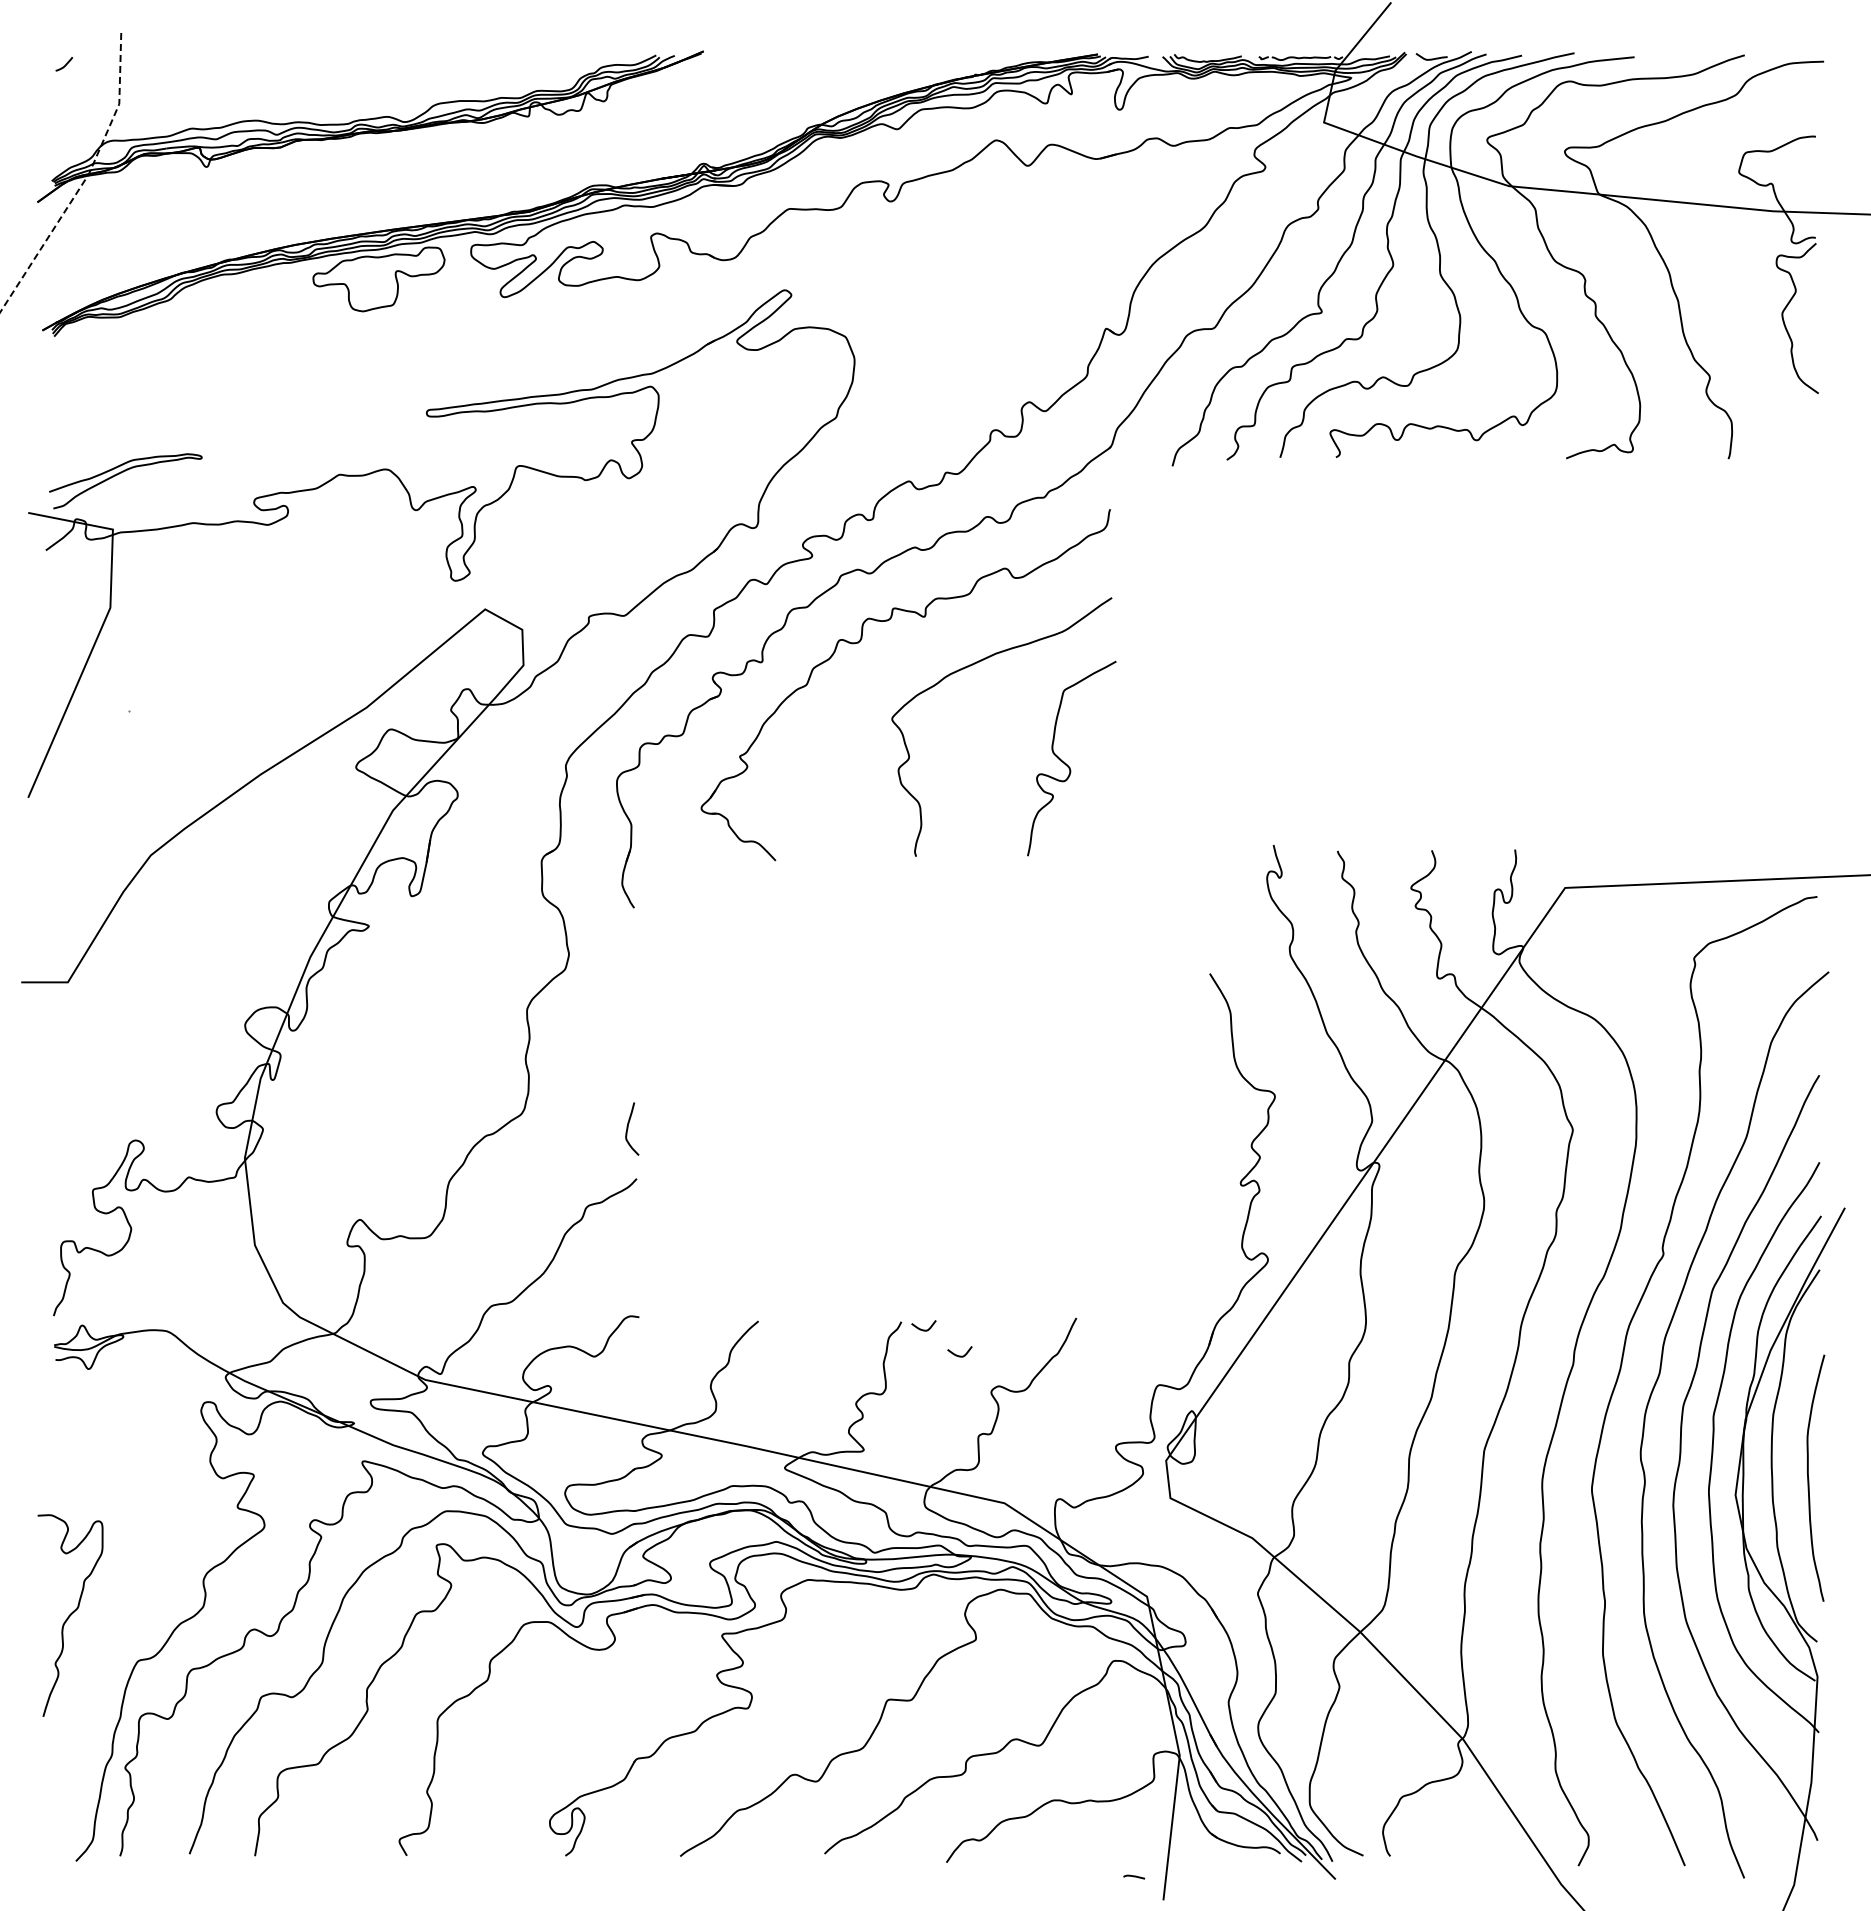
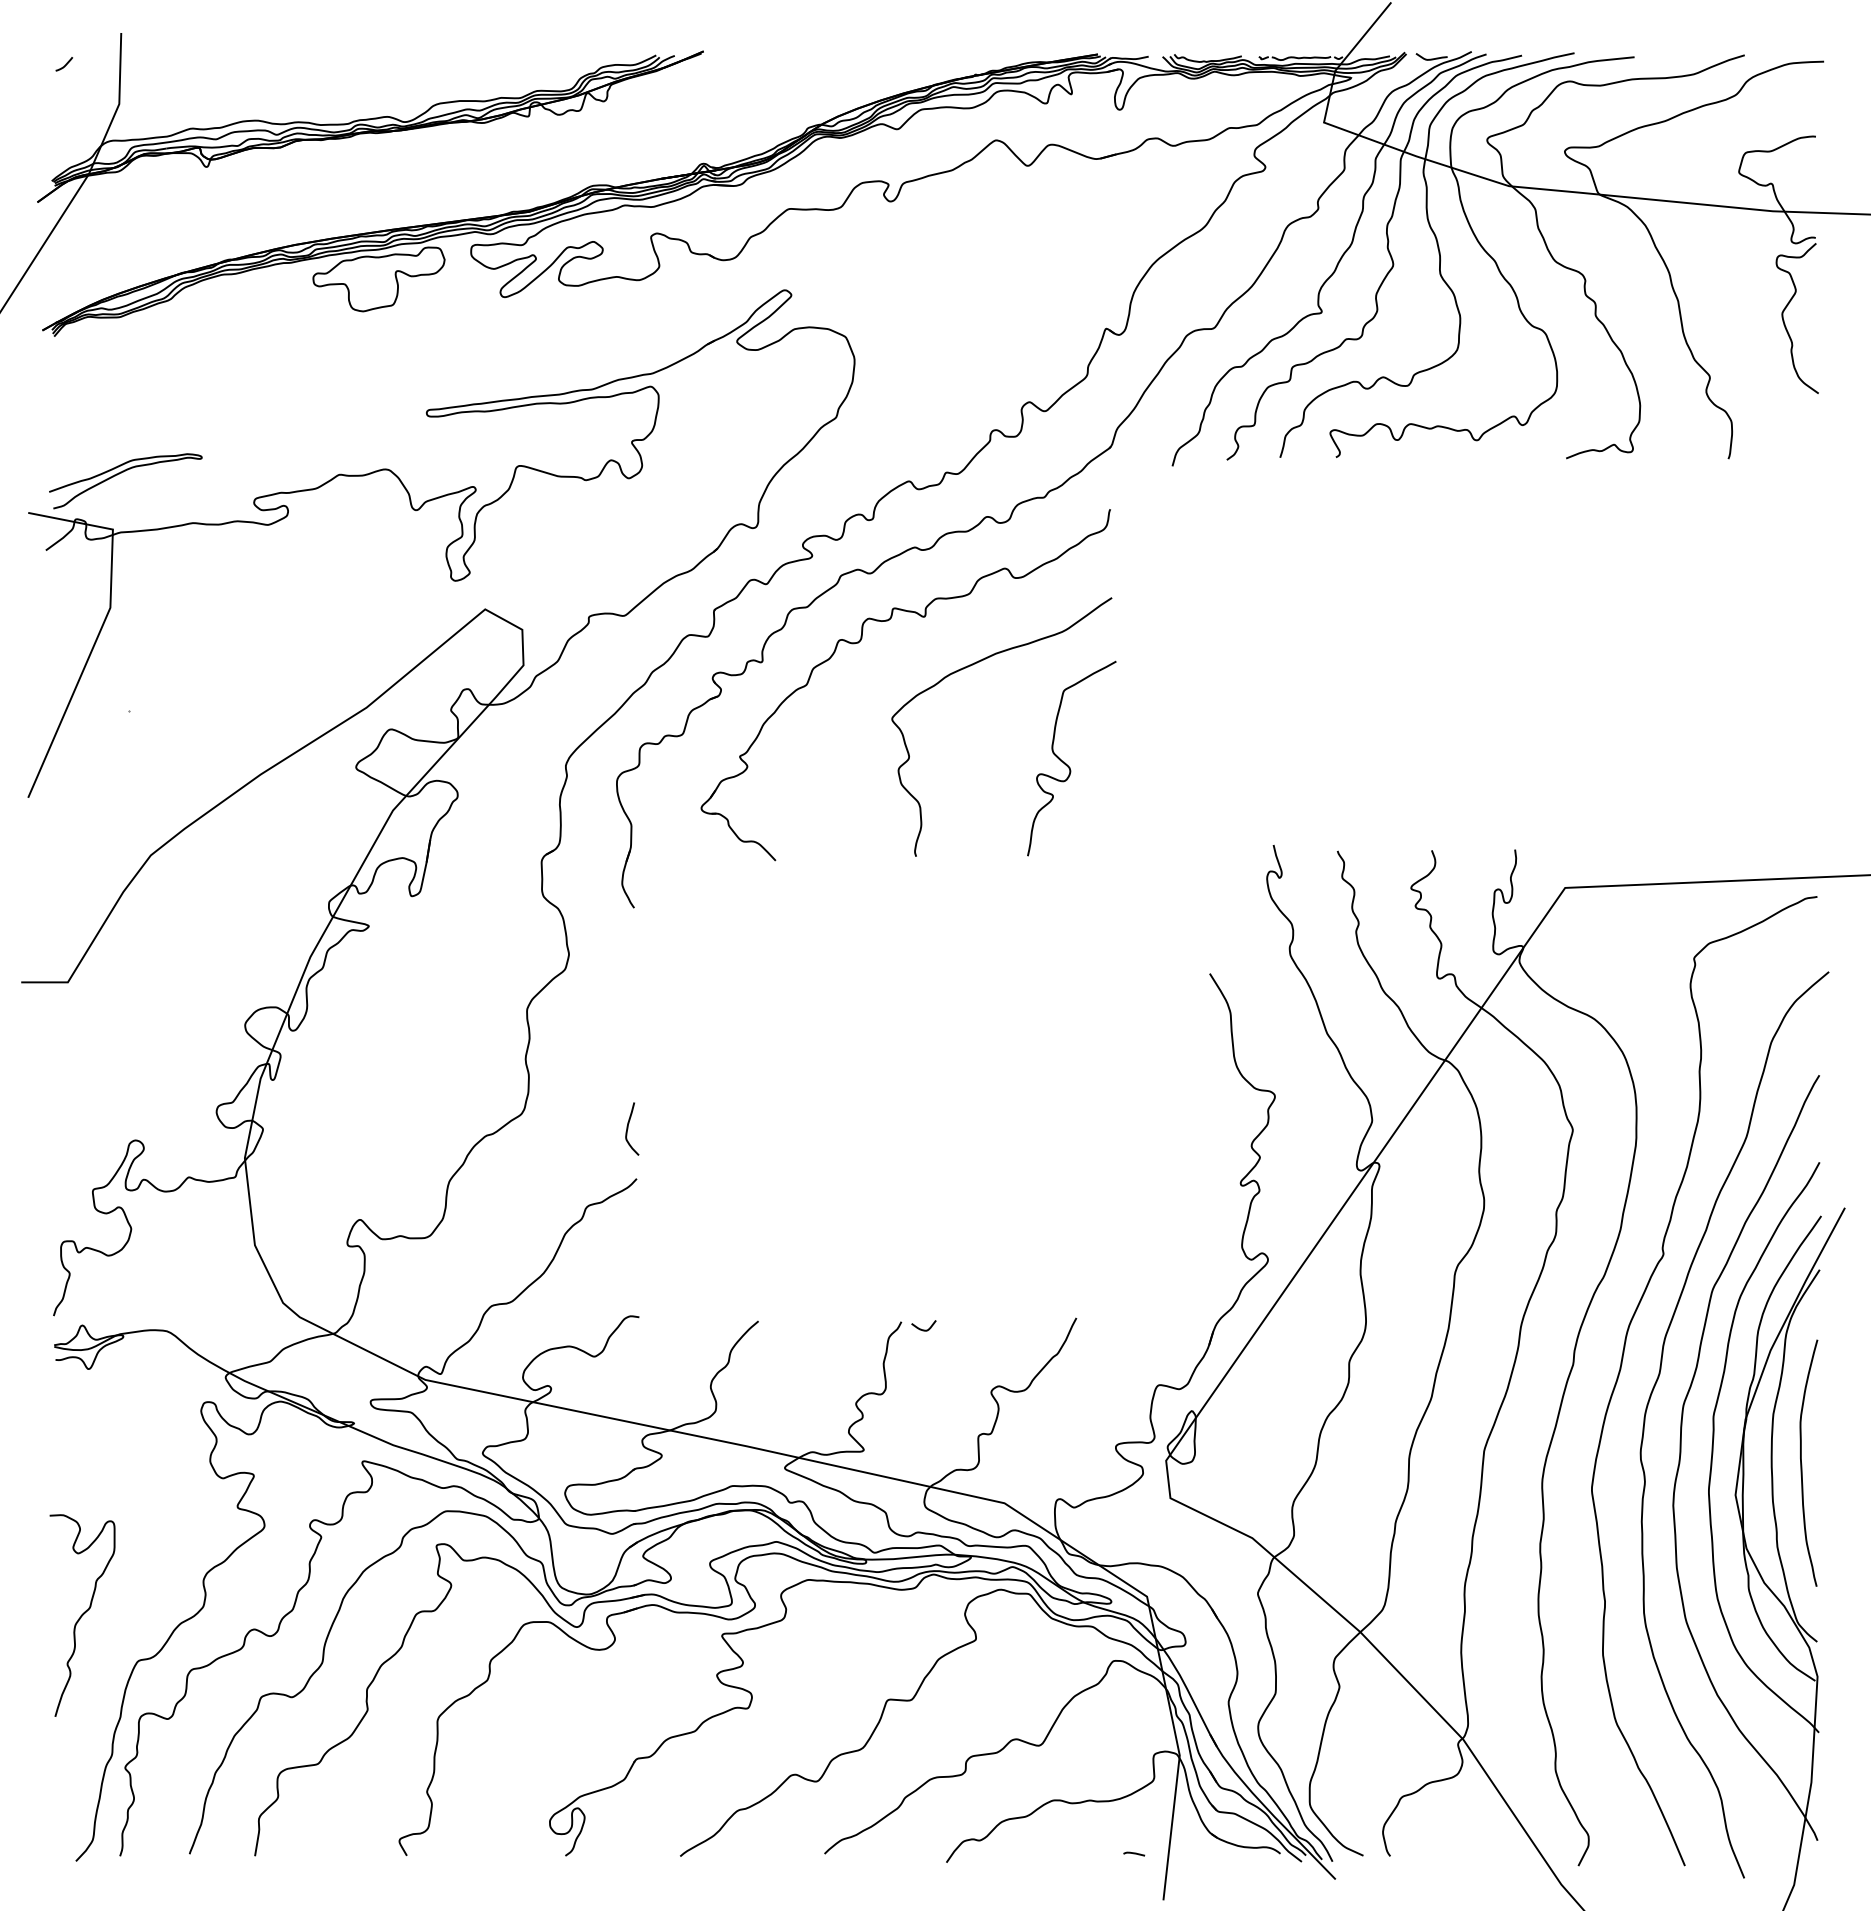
line at (85, 180): dashed -> solid
curve at (957, 1354): present -> none
curve at (1809, 1479) position: (1809, 1479) -> (1802, 1464)
curve at (70, 1615) position: (70, 1615) -> (82, 1615)
curve at (1134, 1876) position: (1134, 1876) -> (1134, 1853)
